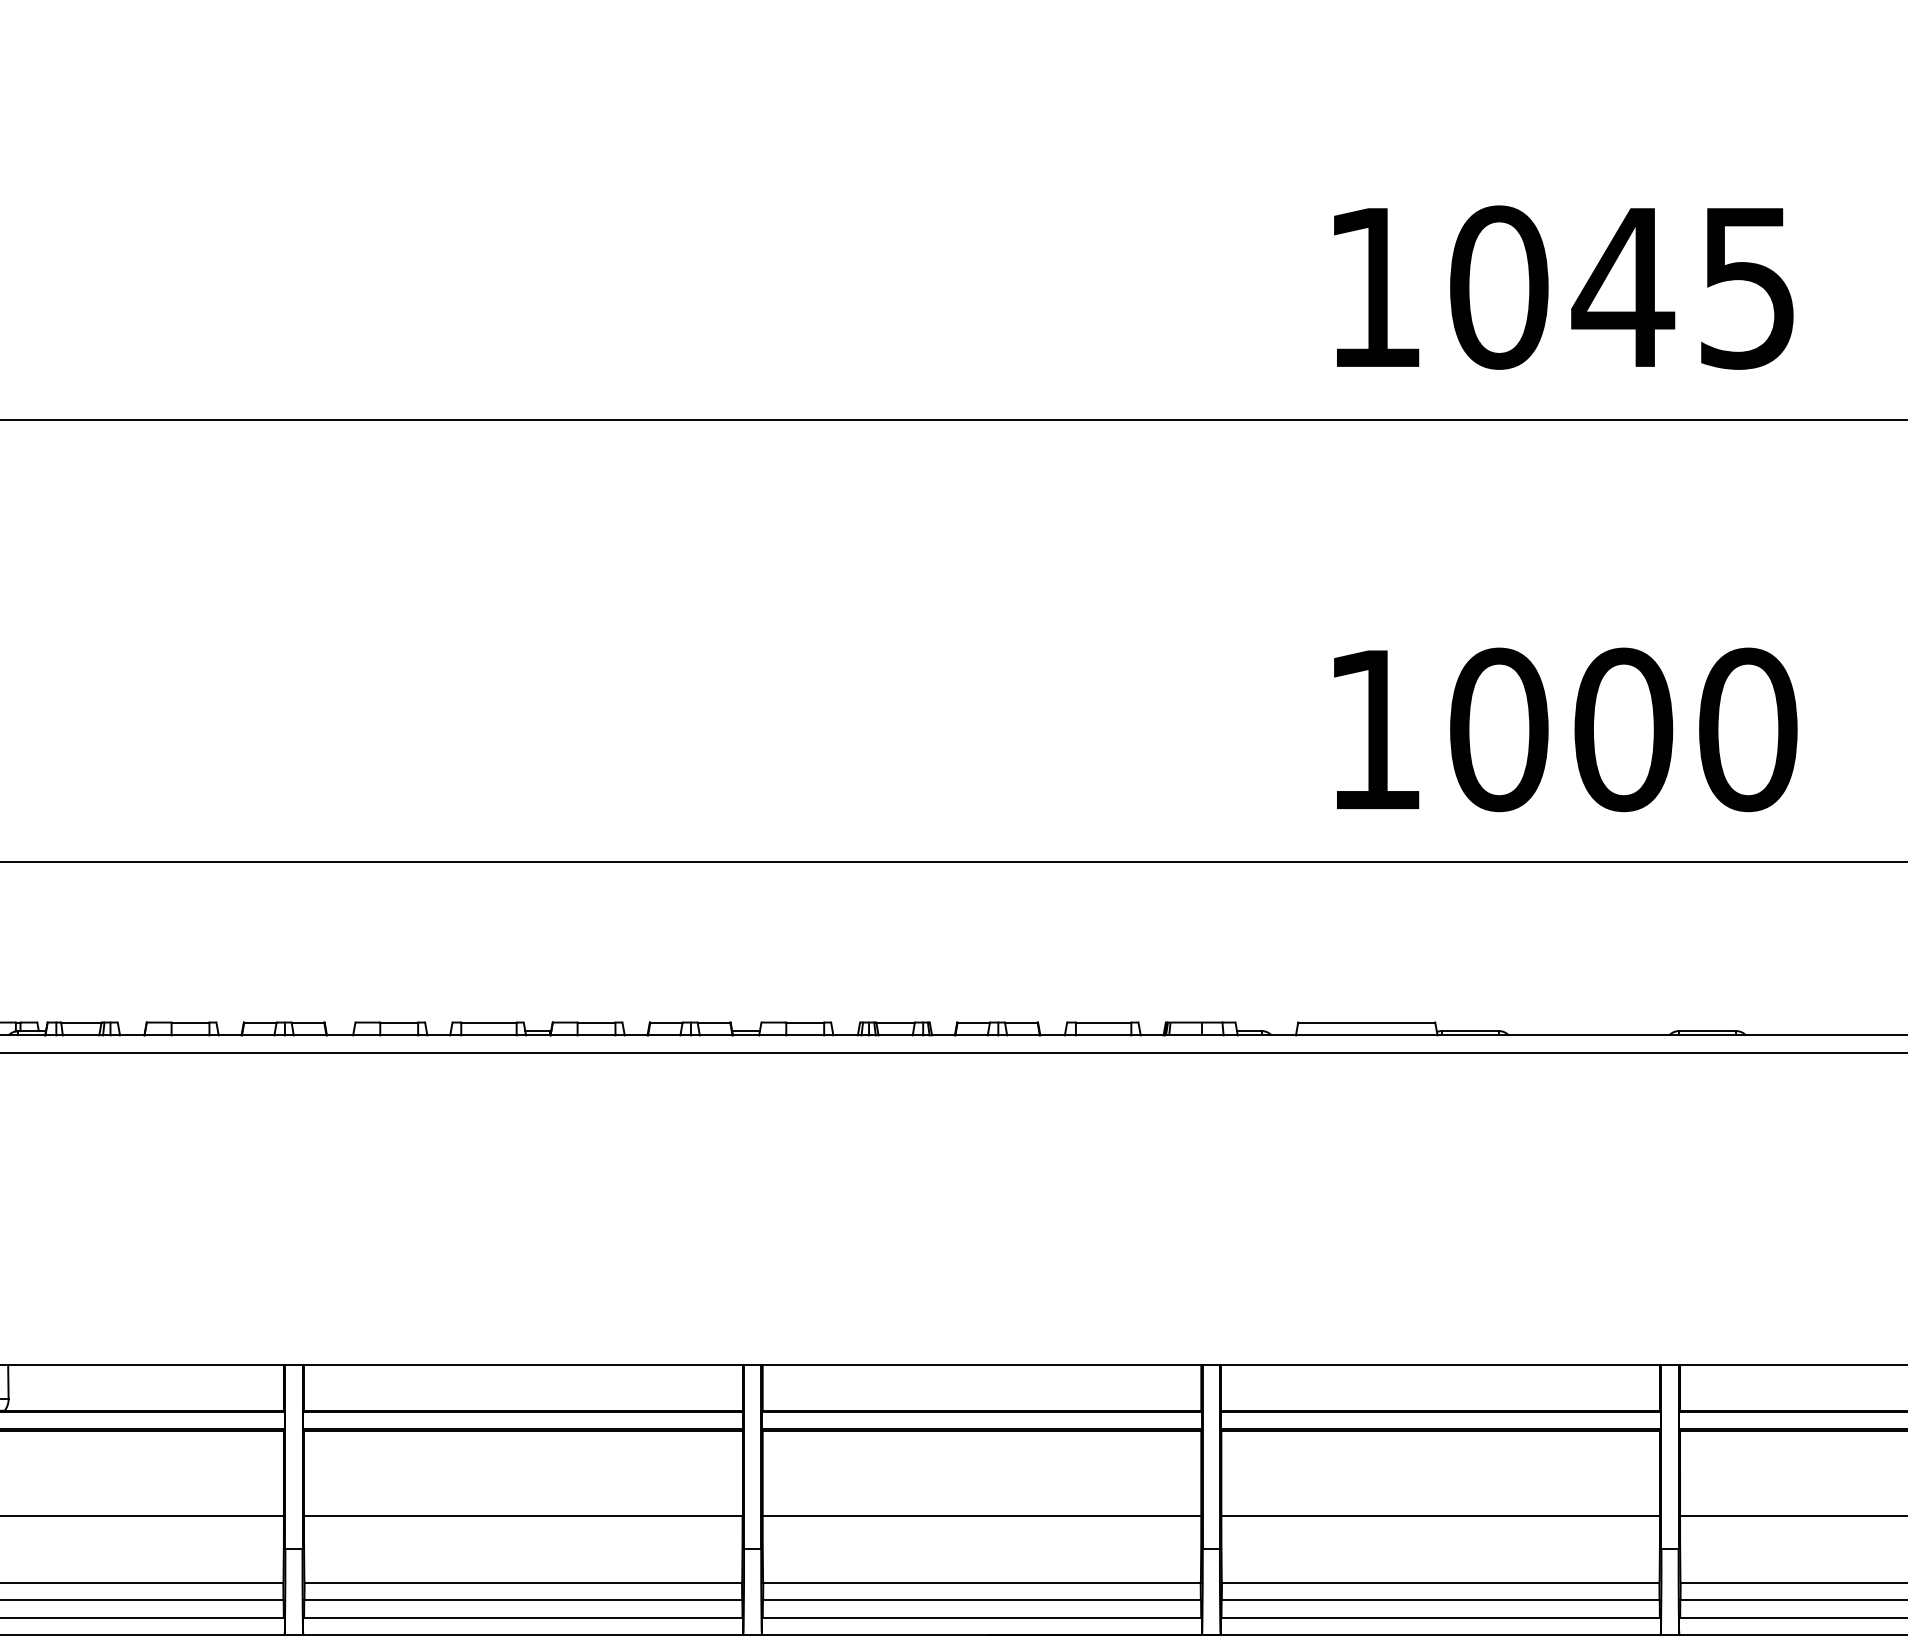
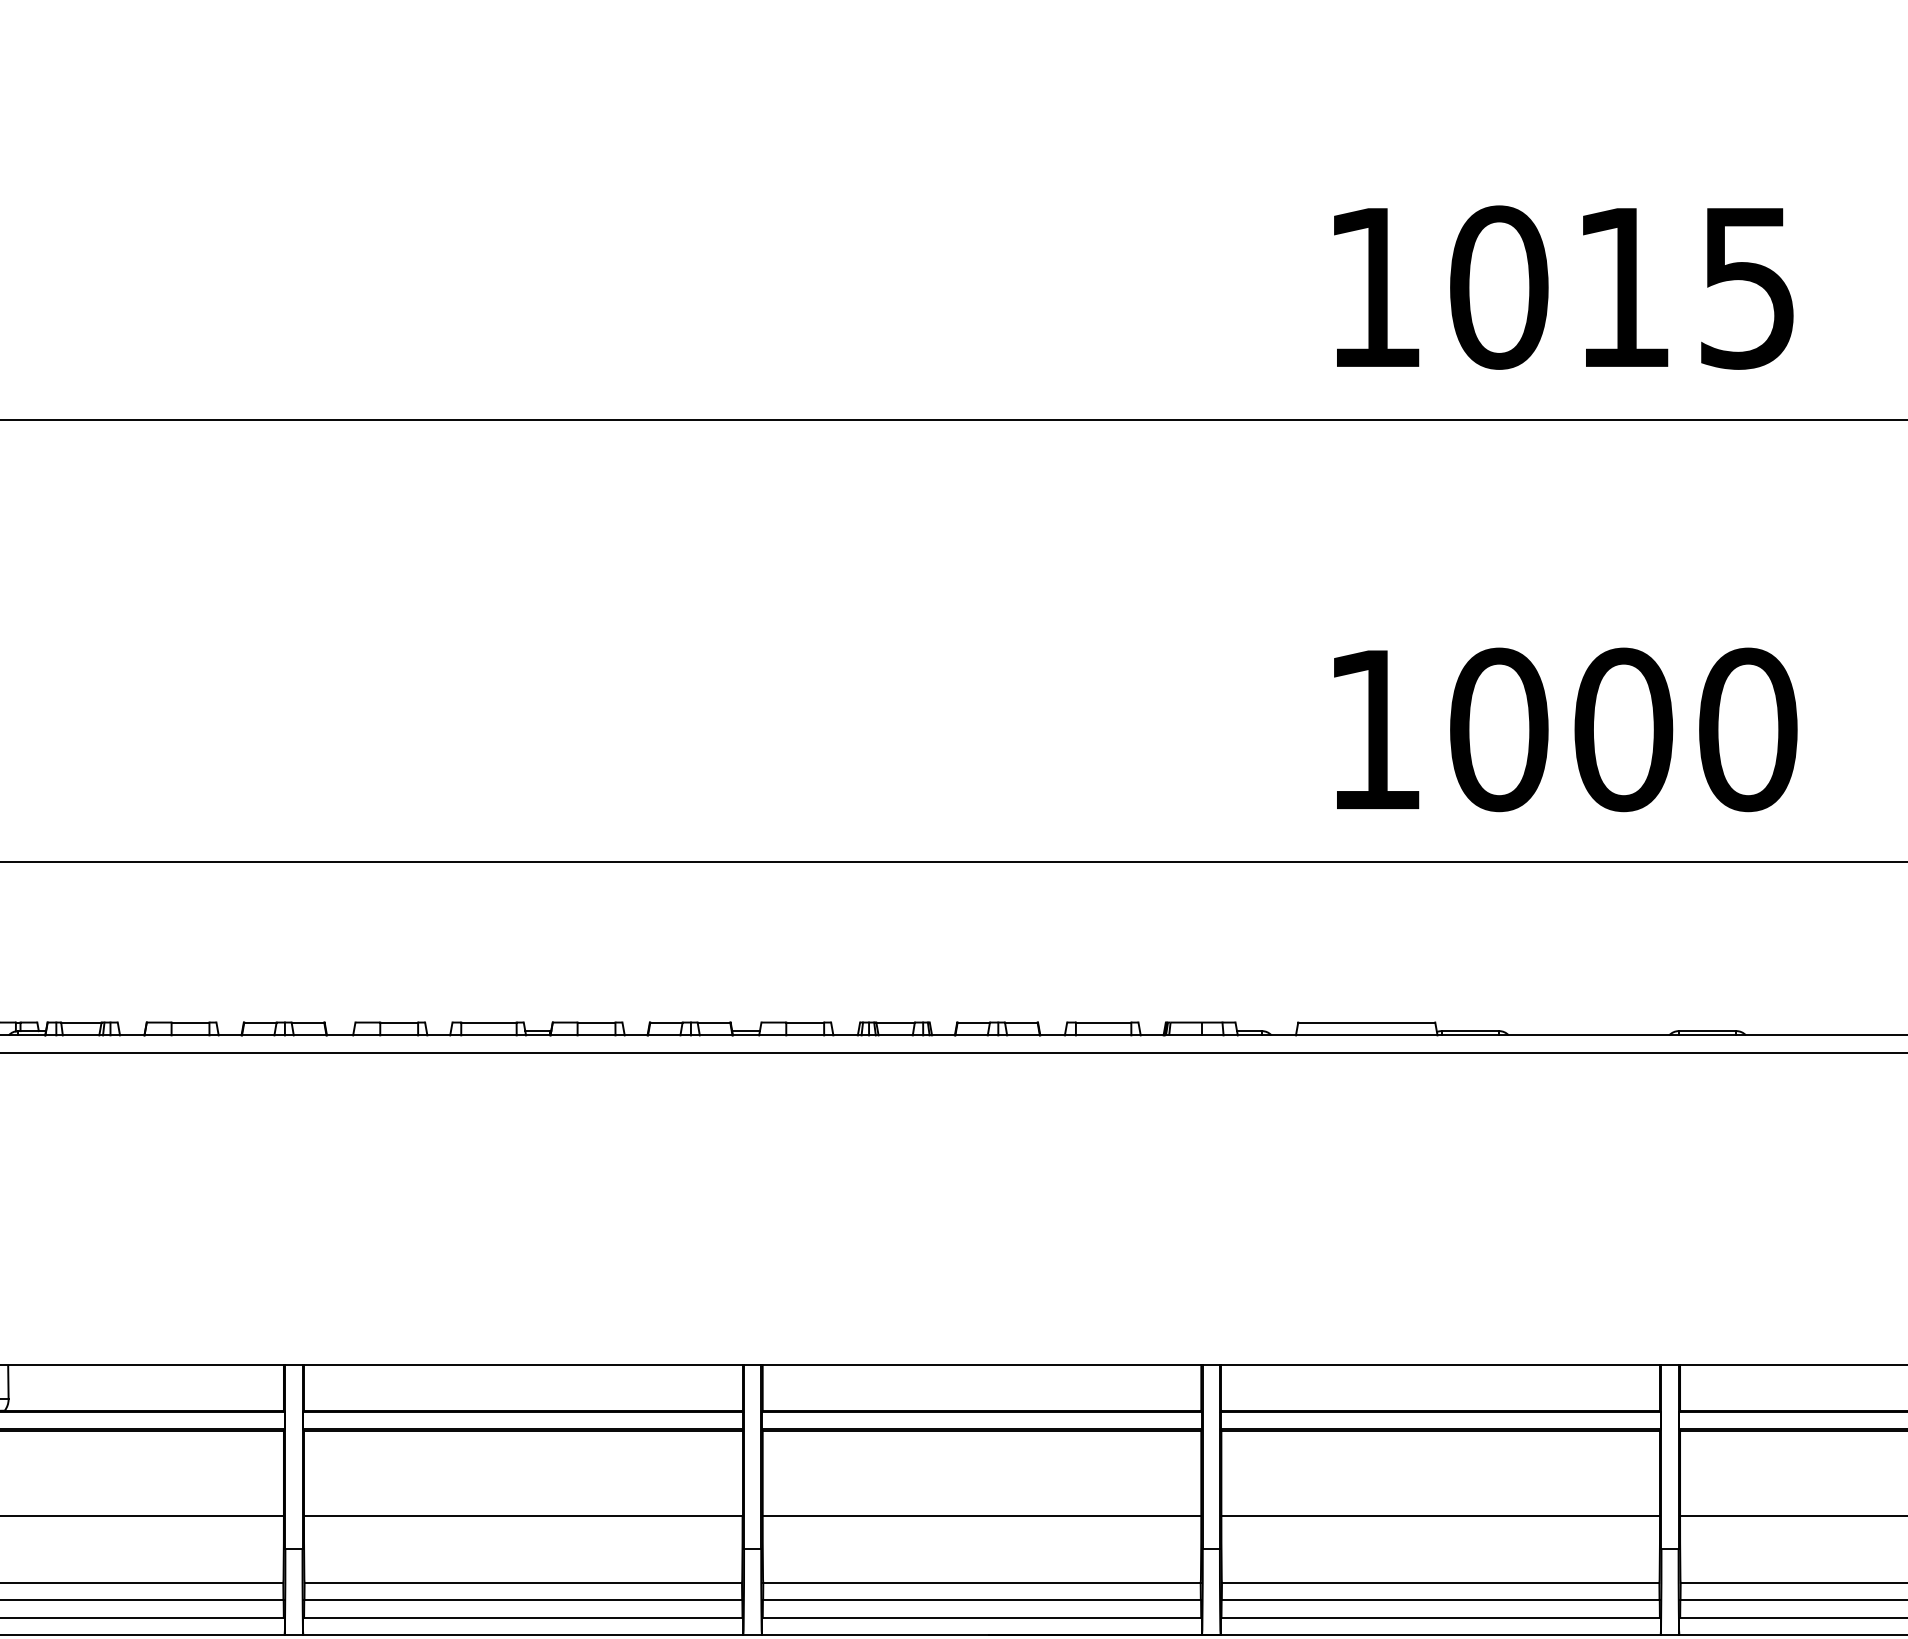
text at (1623, 287): 1045 -> 1015
